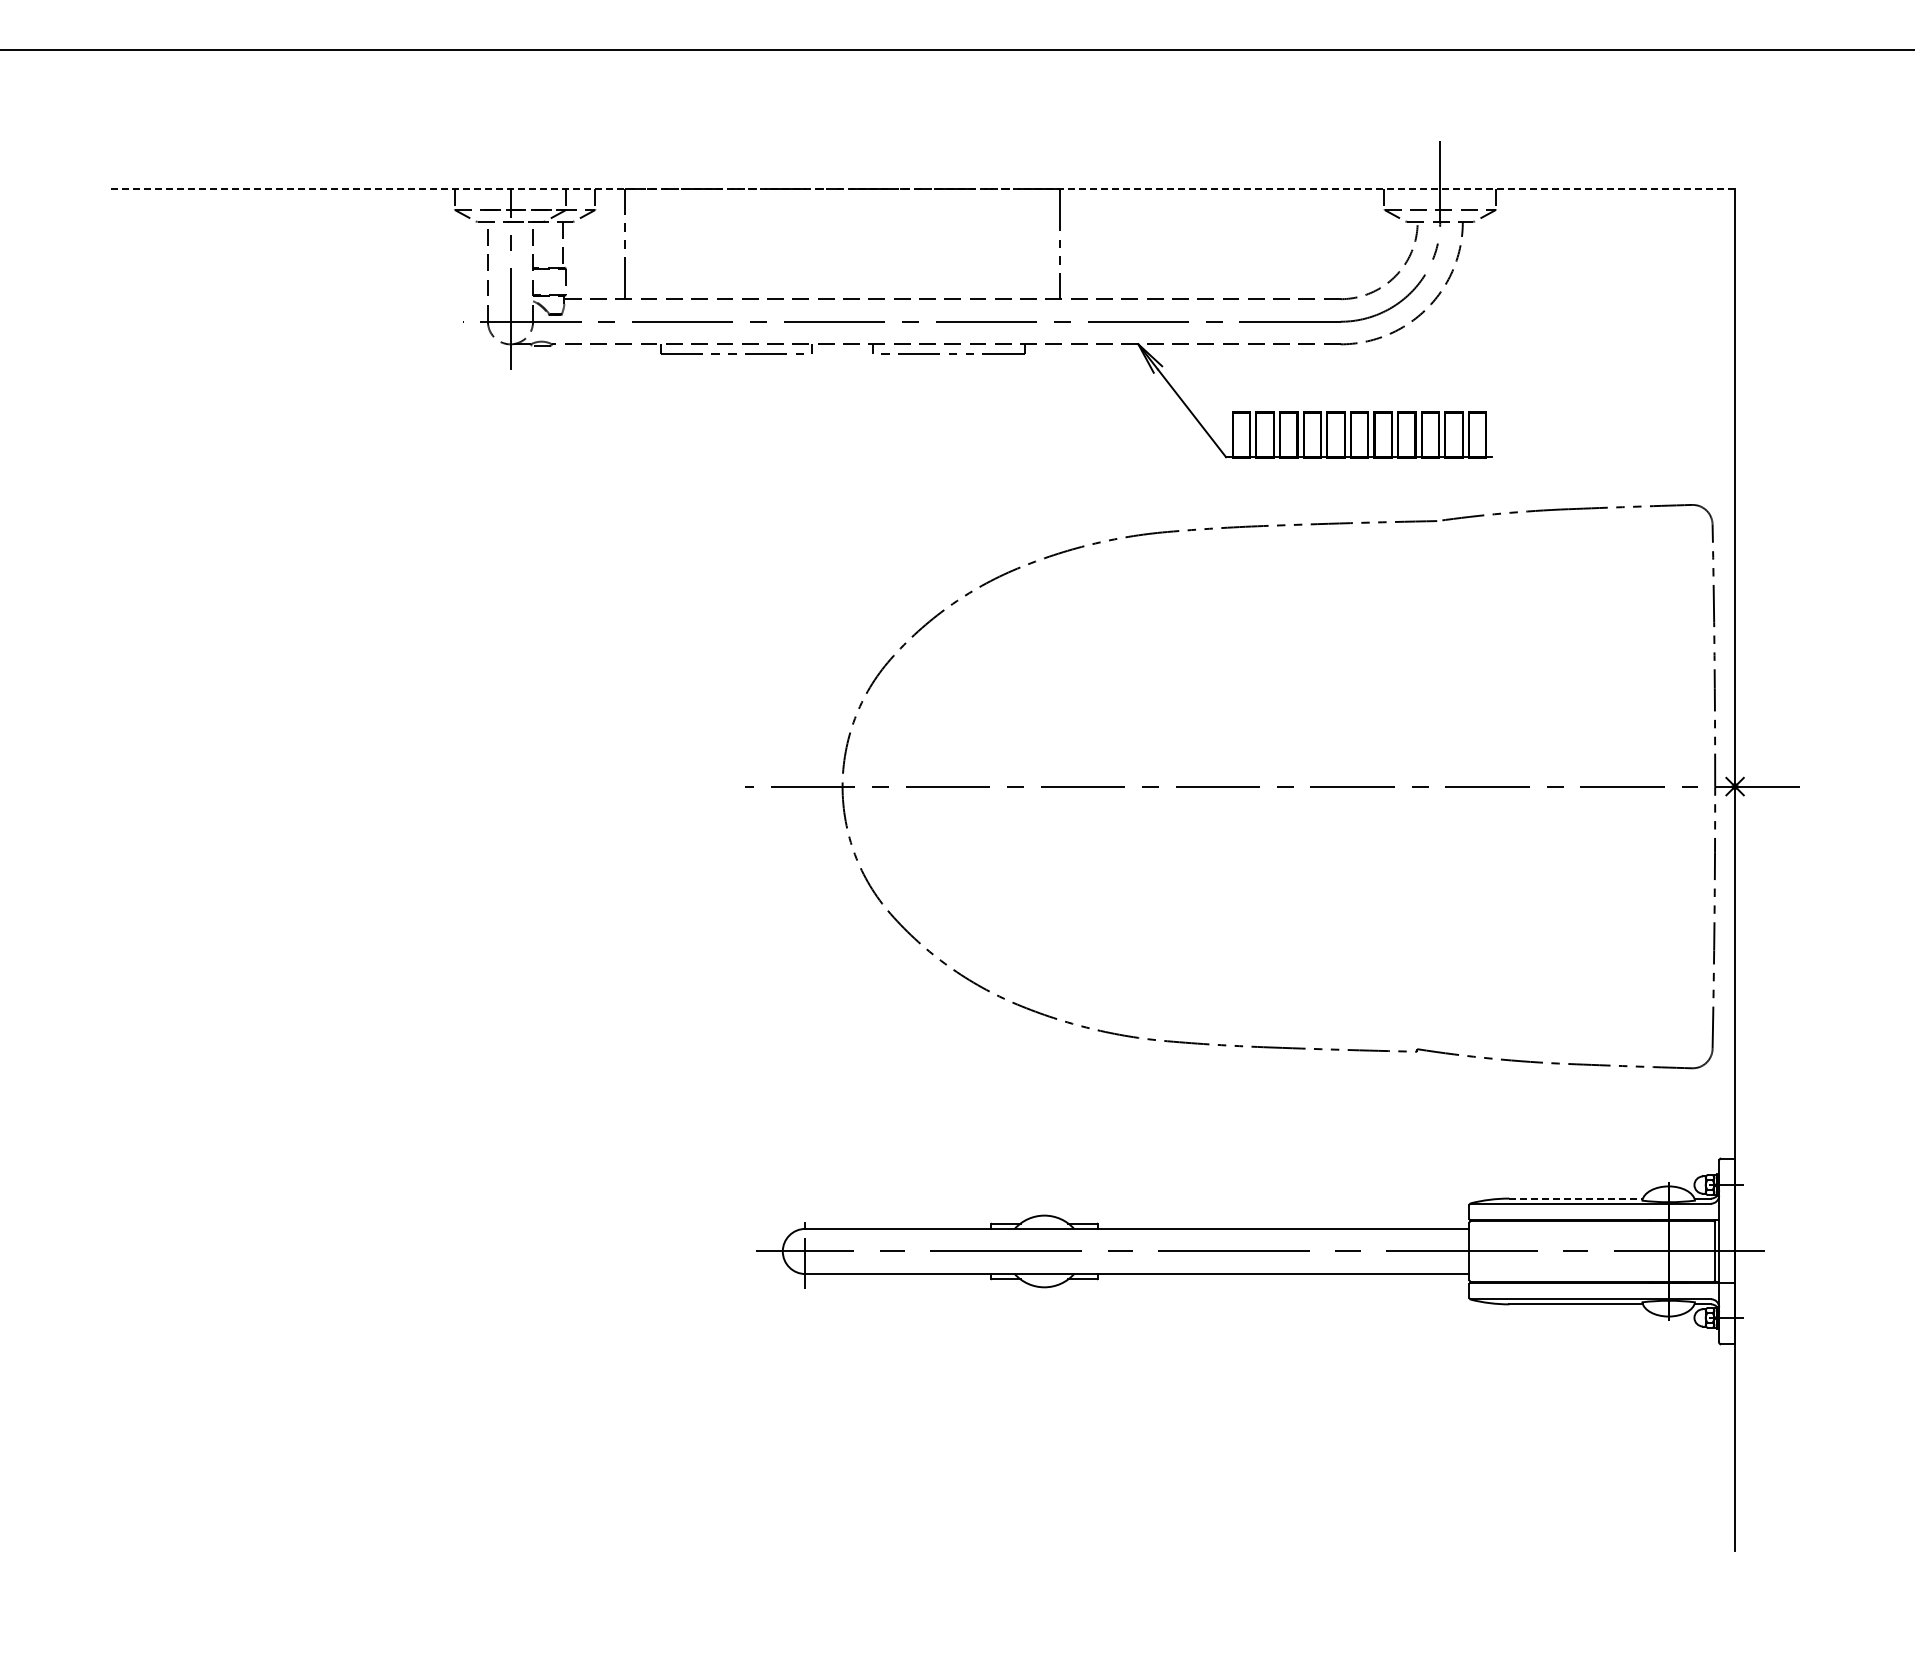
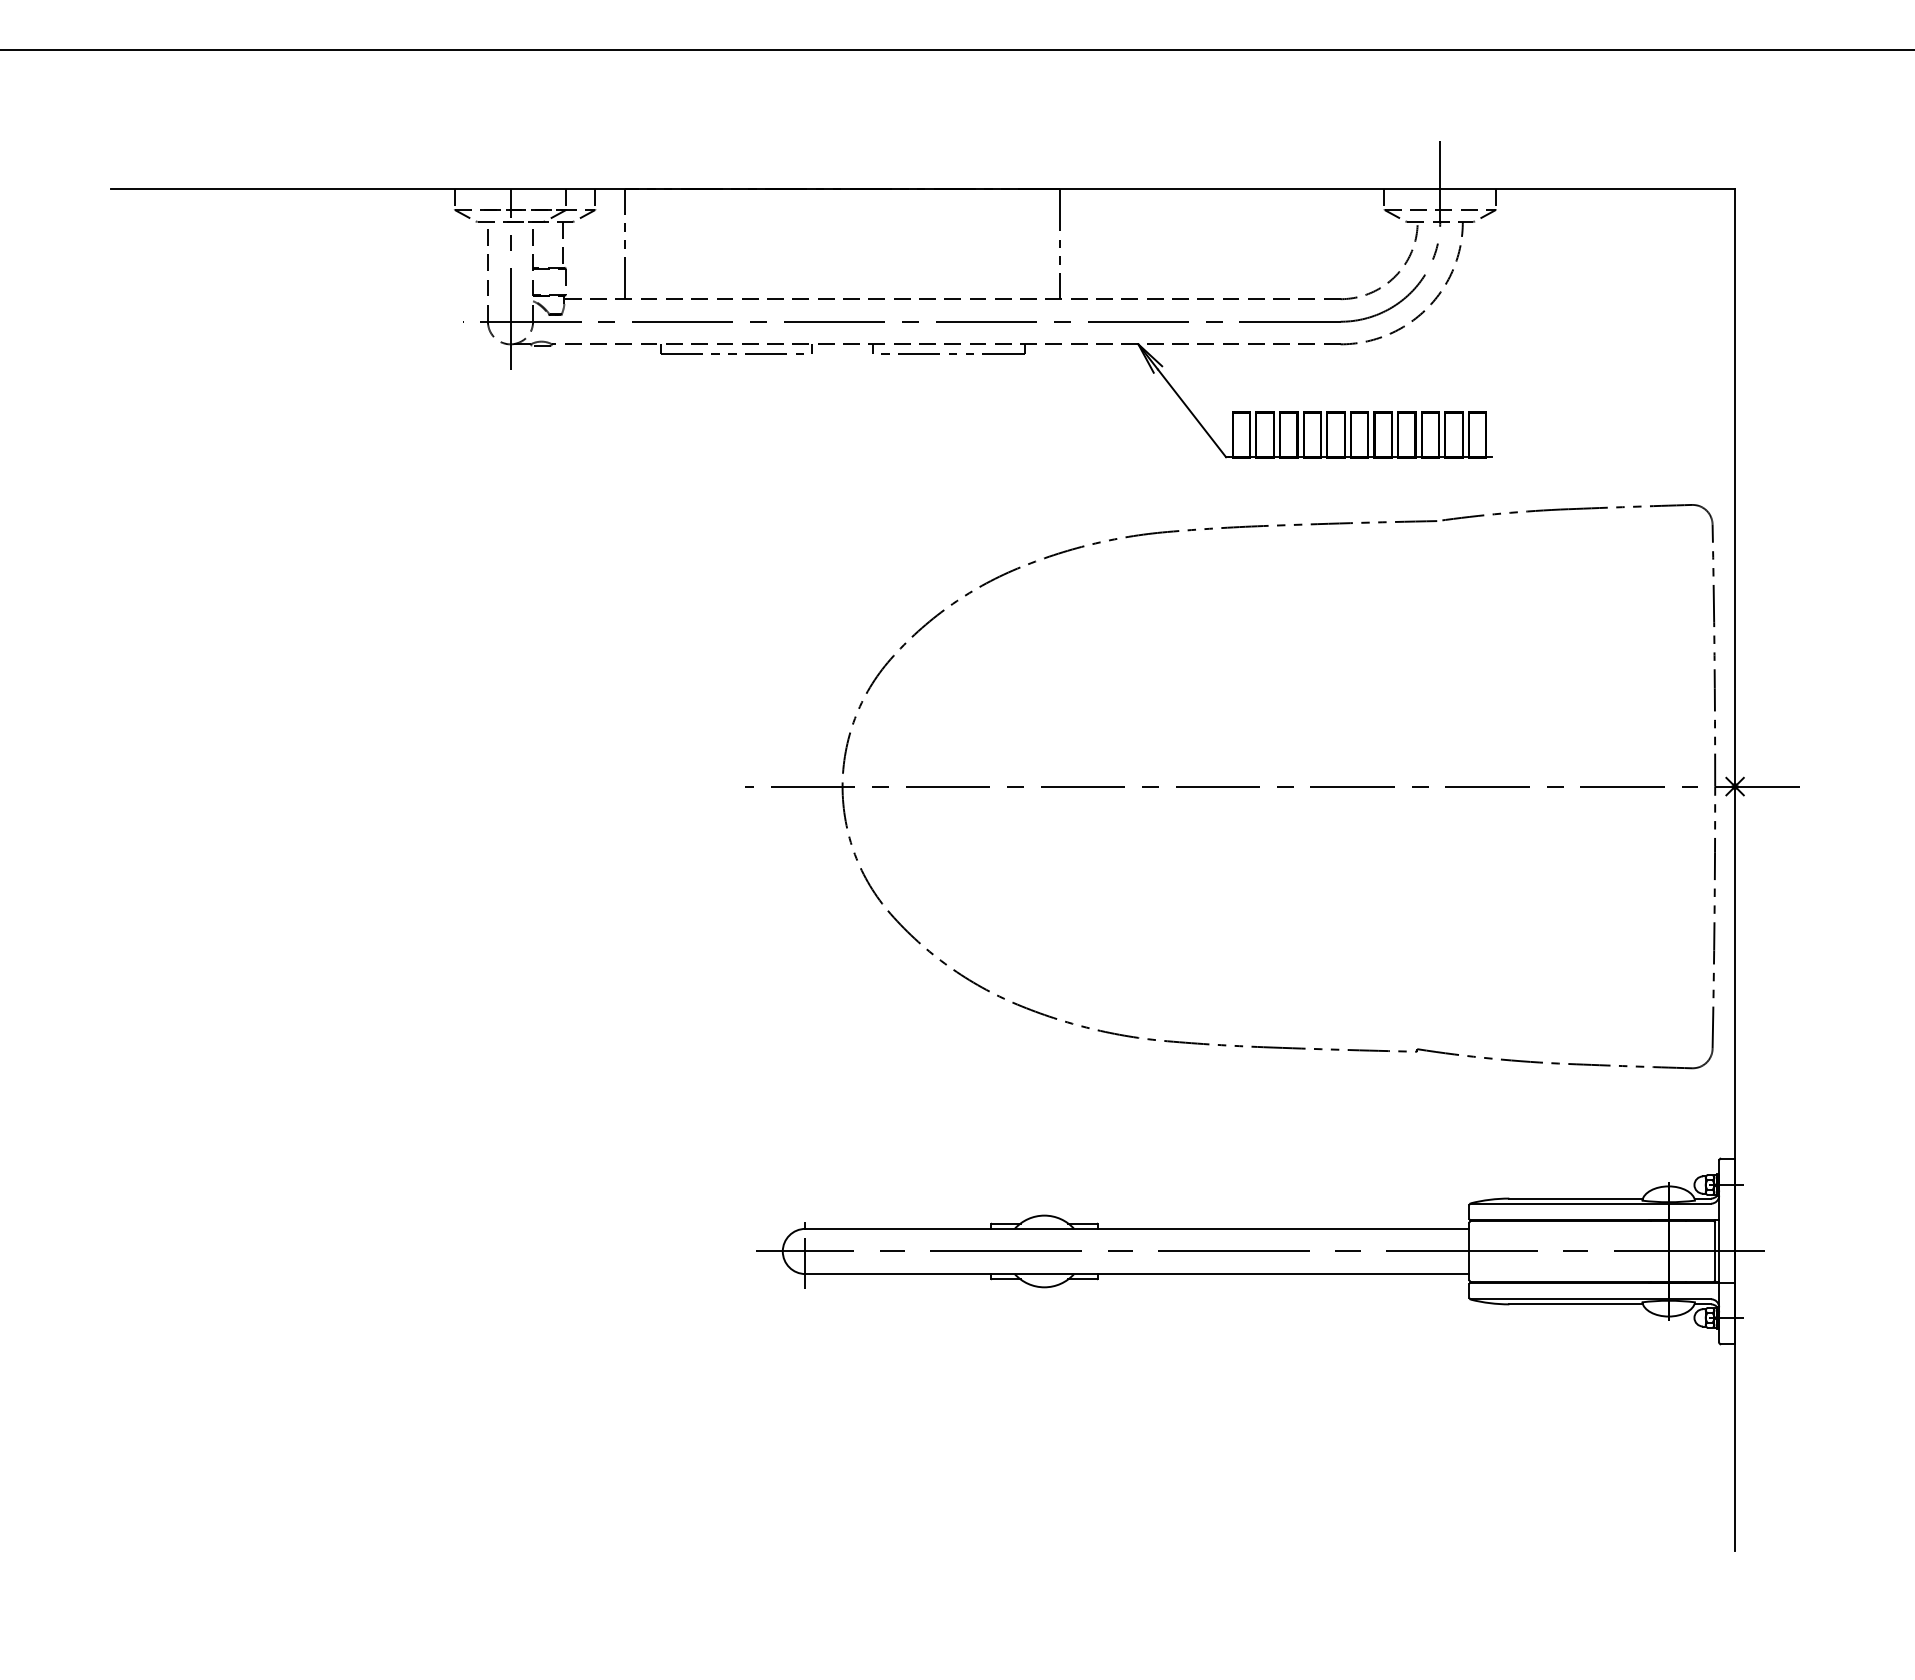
line at (922, 188): dashed -> solid
line at (1576, 1198): dashed -> solid
